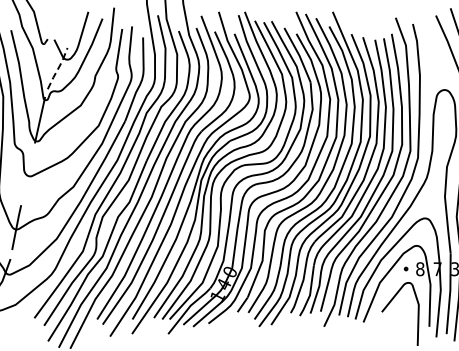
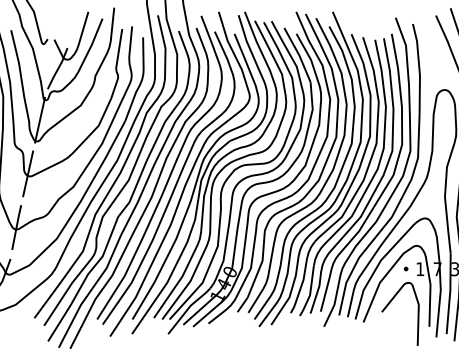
line at (58, 68): dashed -> solid
line at (28, 173): none -> present
text at (420, 269): 8 -> 1
